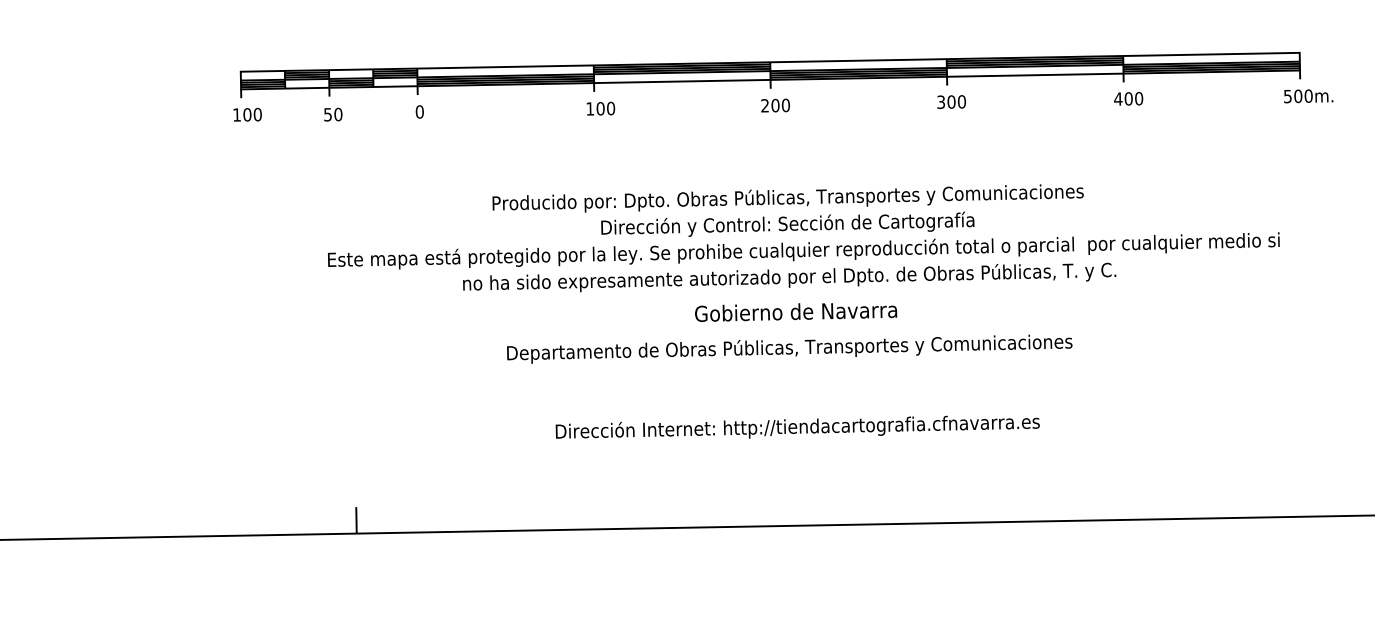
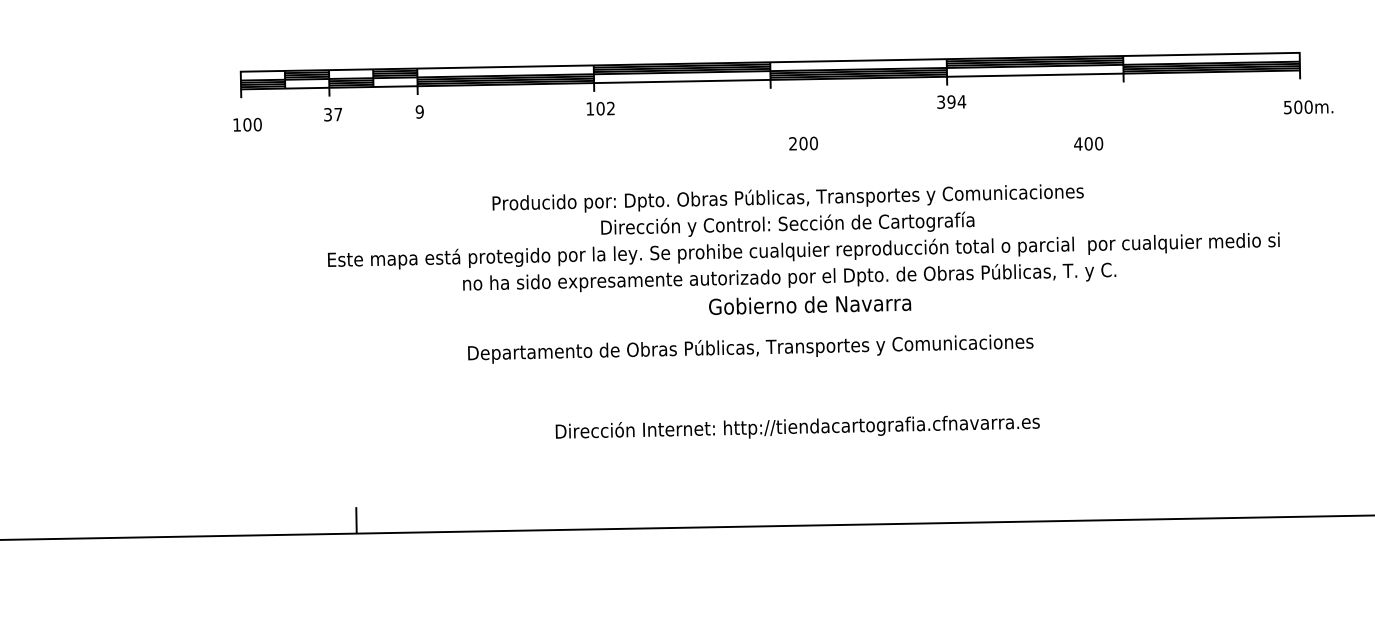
text at (1308, 96) position: (1308, 96) -> (1308, 107)
text at (1128, 98) position: (1128, 98) -> (1088, 143)
text at (956, 101): 300 -> 394
text at (775, 105) position: (775, 105) -> (803, 143)
text at (611, 108): 100 -> 102
text at (419, 111): 0 -> 9
text at (247, 114) position: (247, 114) -> (247, 124)
text at (333, 114): 50 -> 37
text at (796, 312) position: (796, 312) -> (810, 305)
text at (789, 348) position: (789, 348) -> (750, 348)
